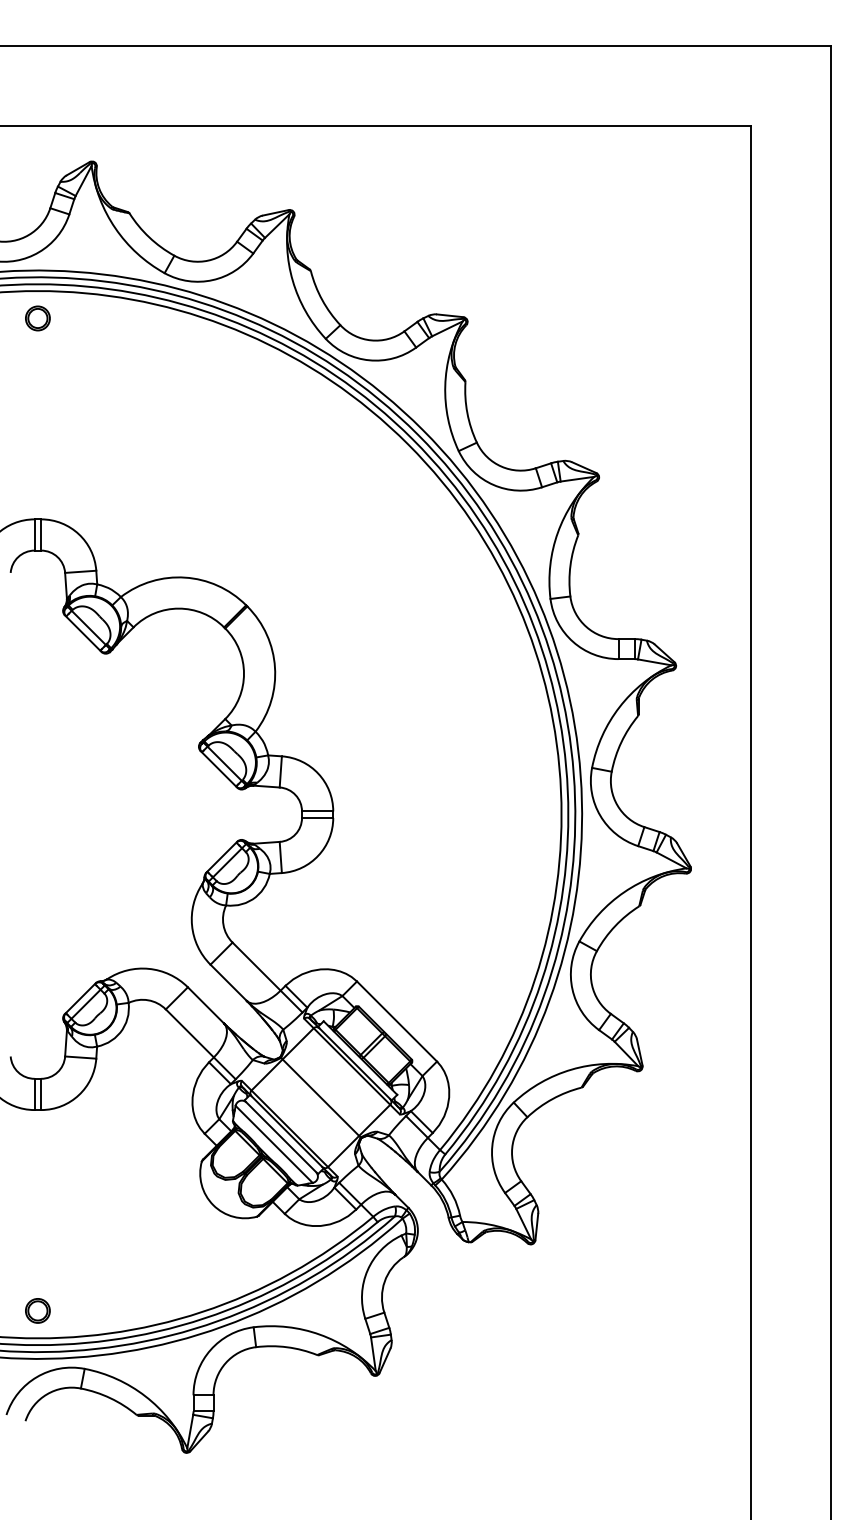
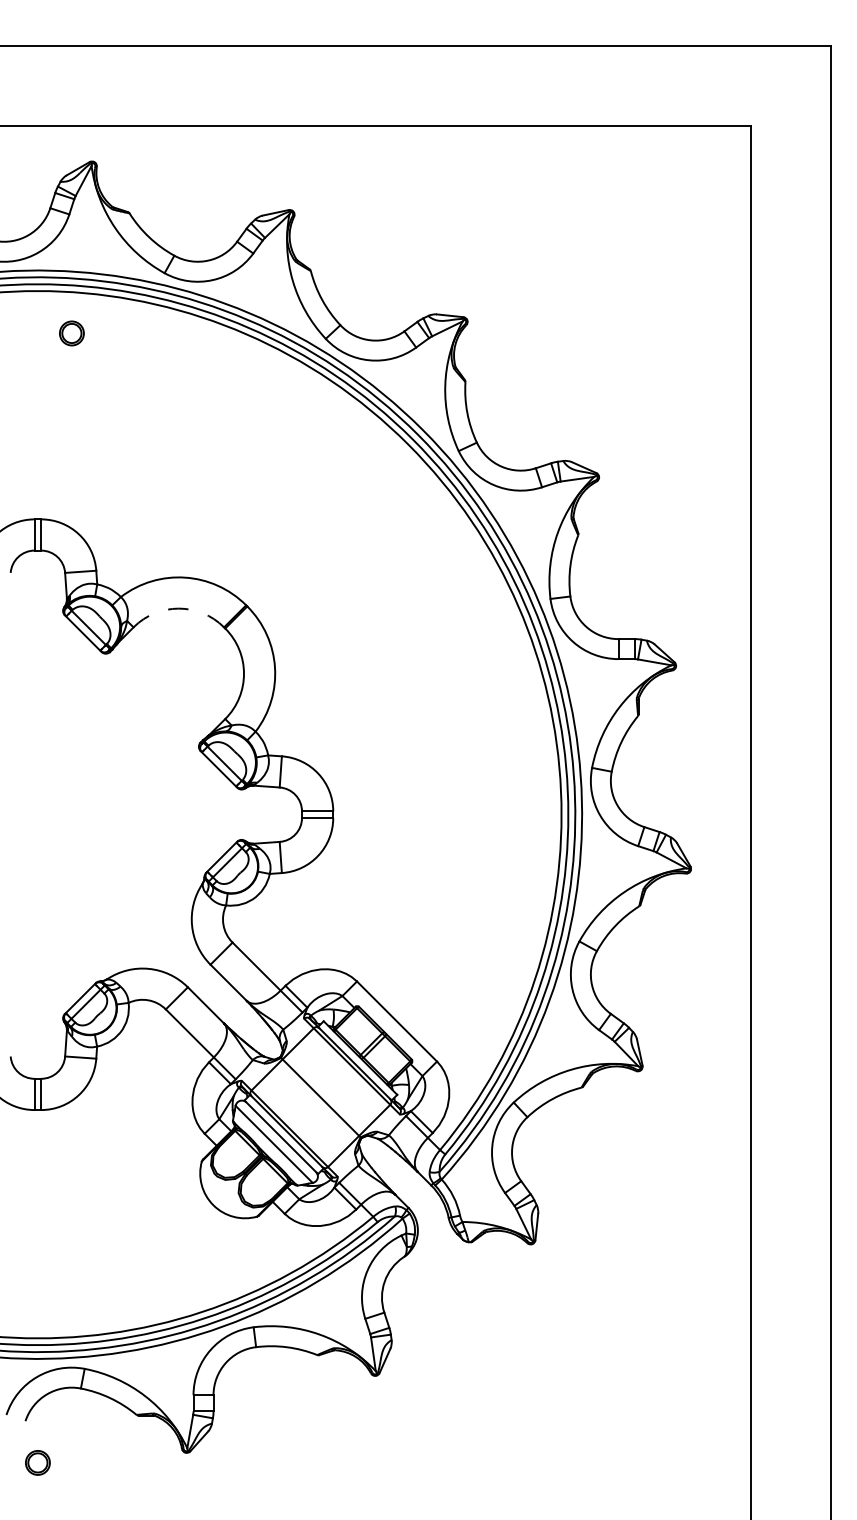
part at (37, 318) position: (37, 318) -> (71, 333)
arc at (178, 608): solid -> dashed
part at (37, 1310) position: (37, 1310) -> (37, 1462)
